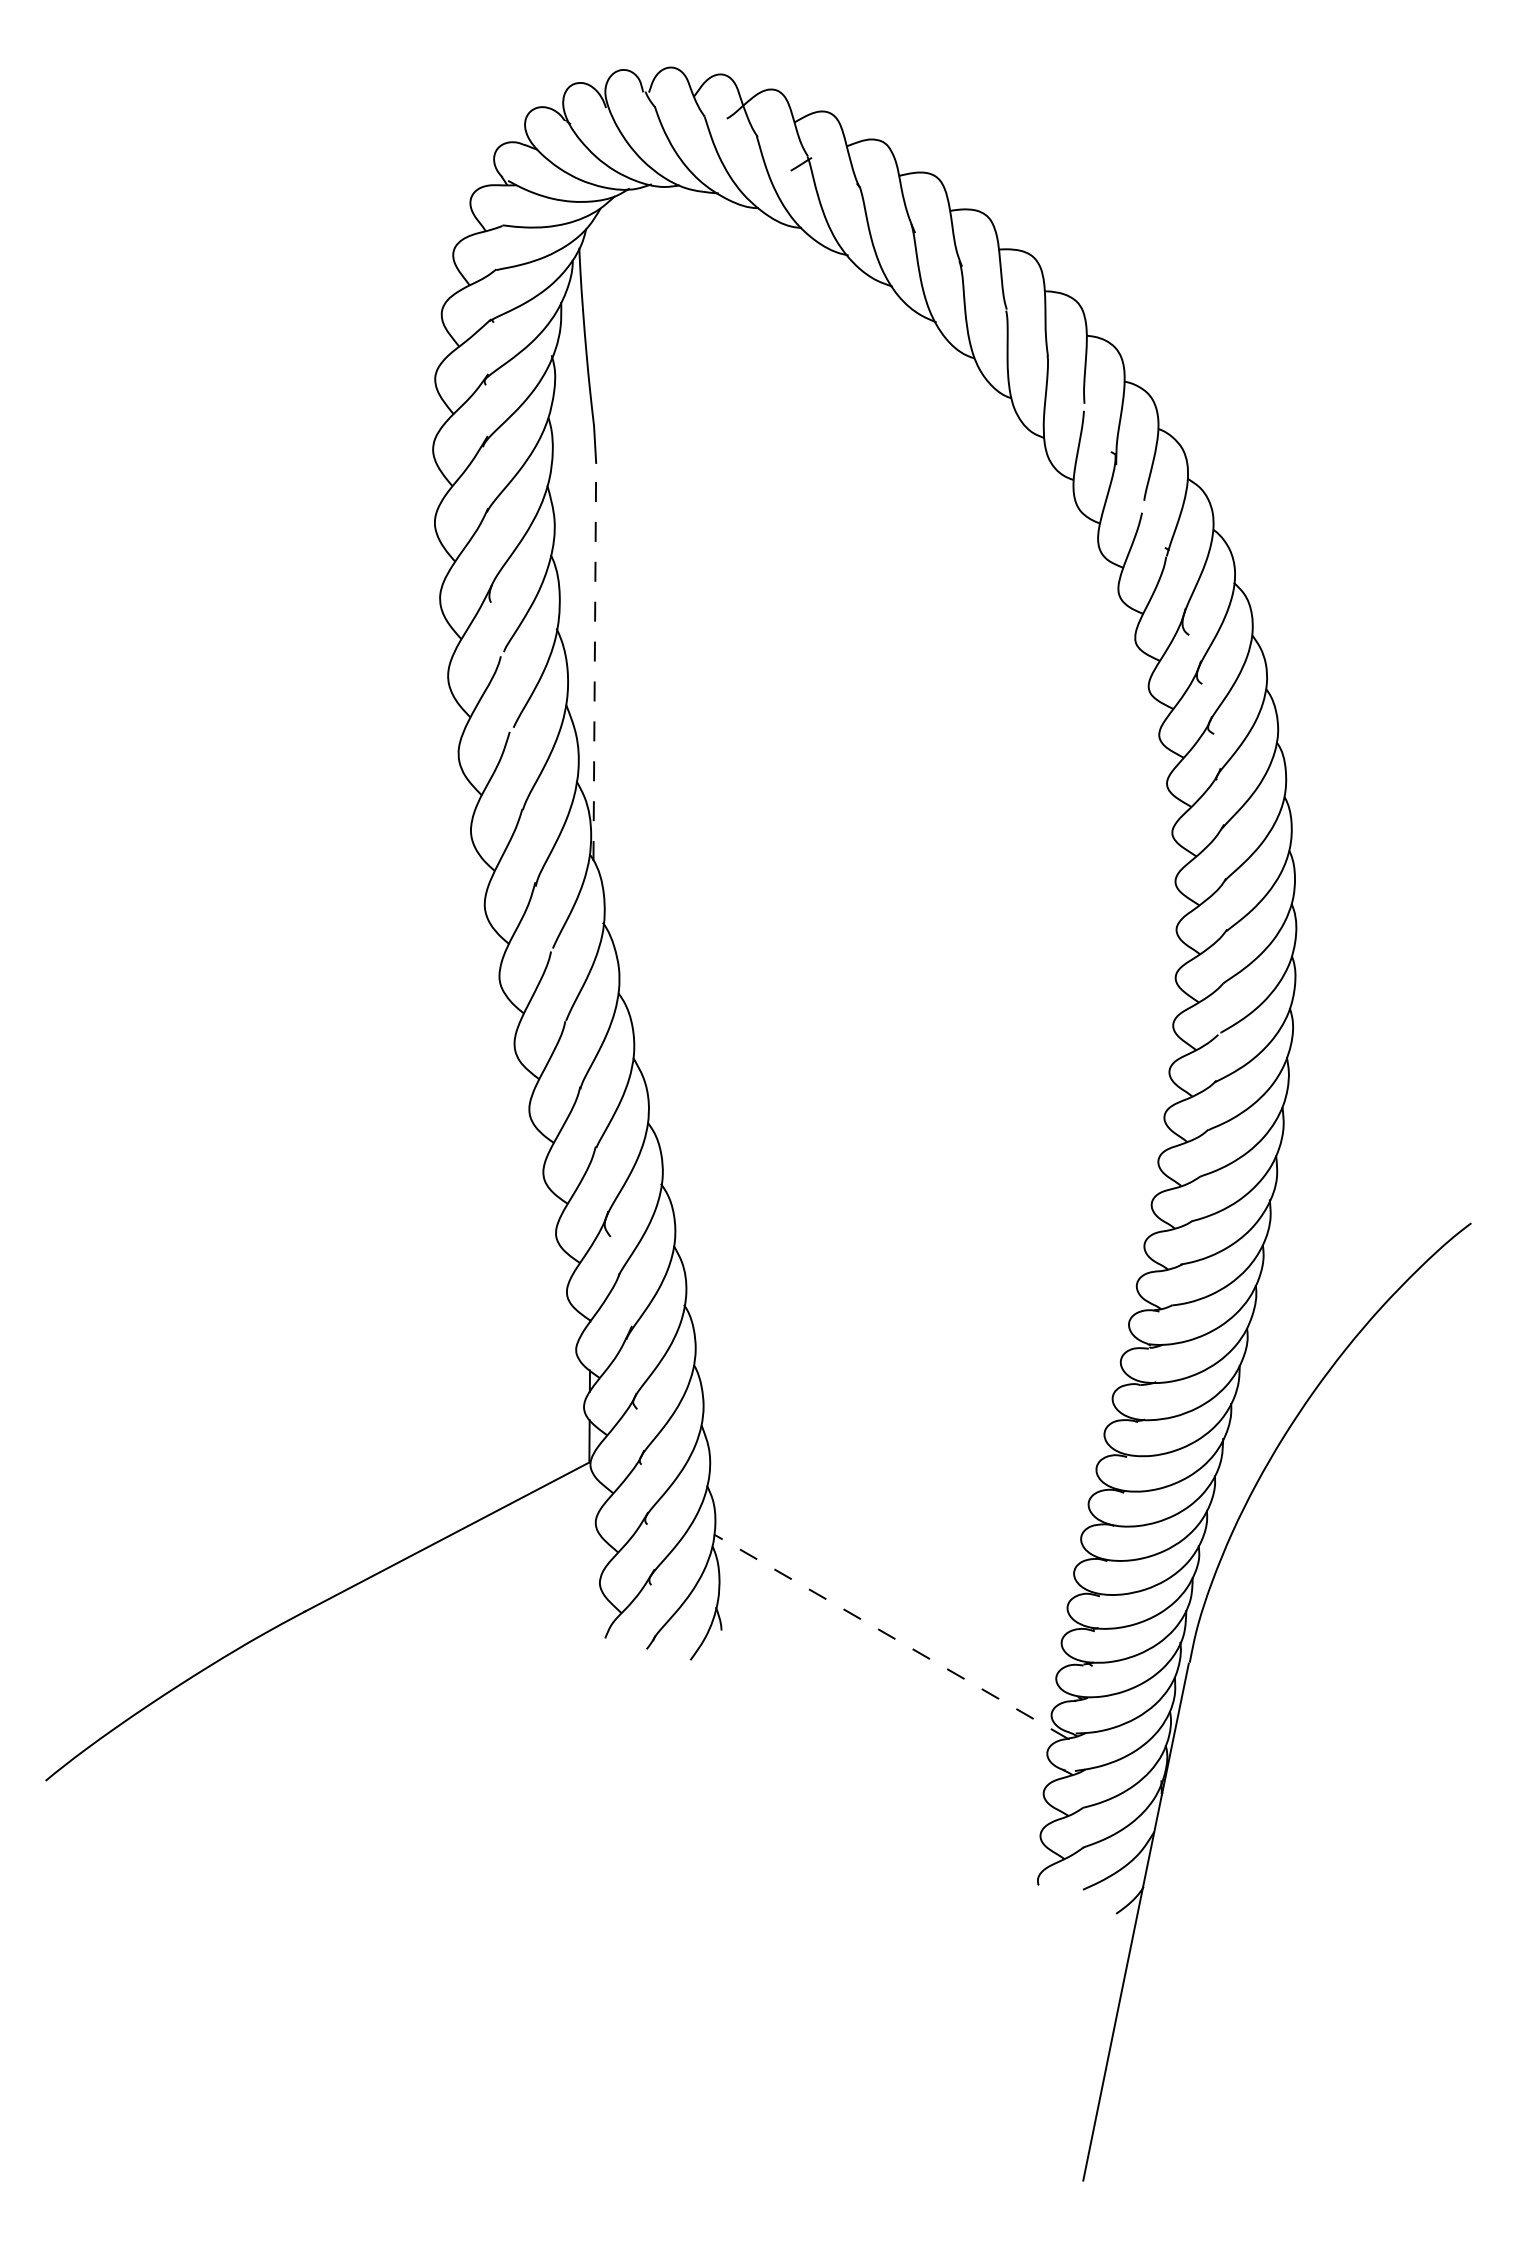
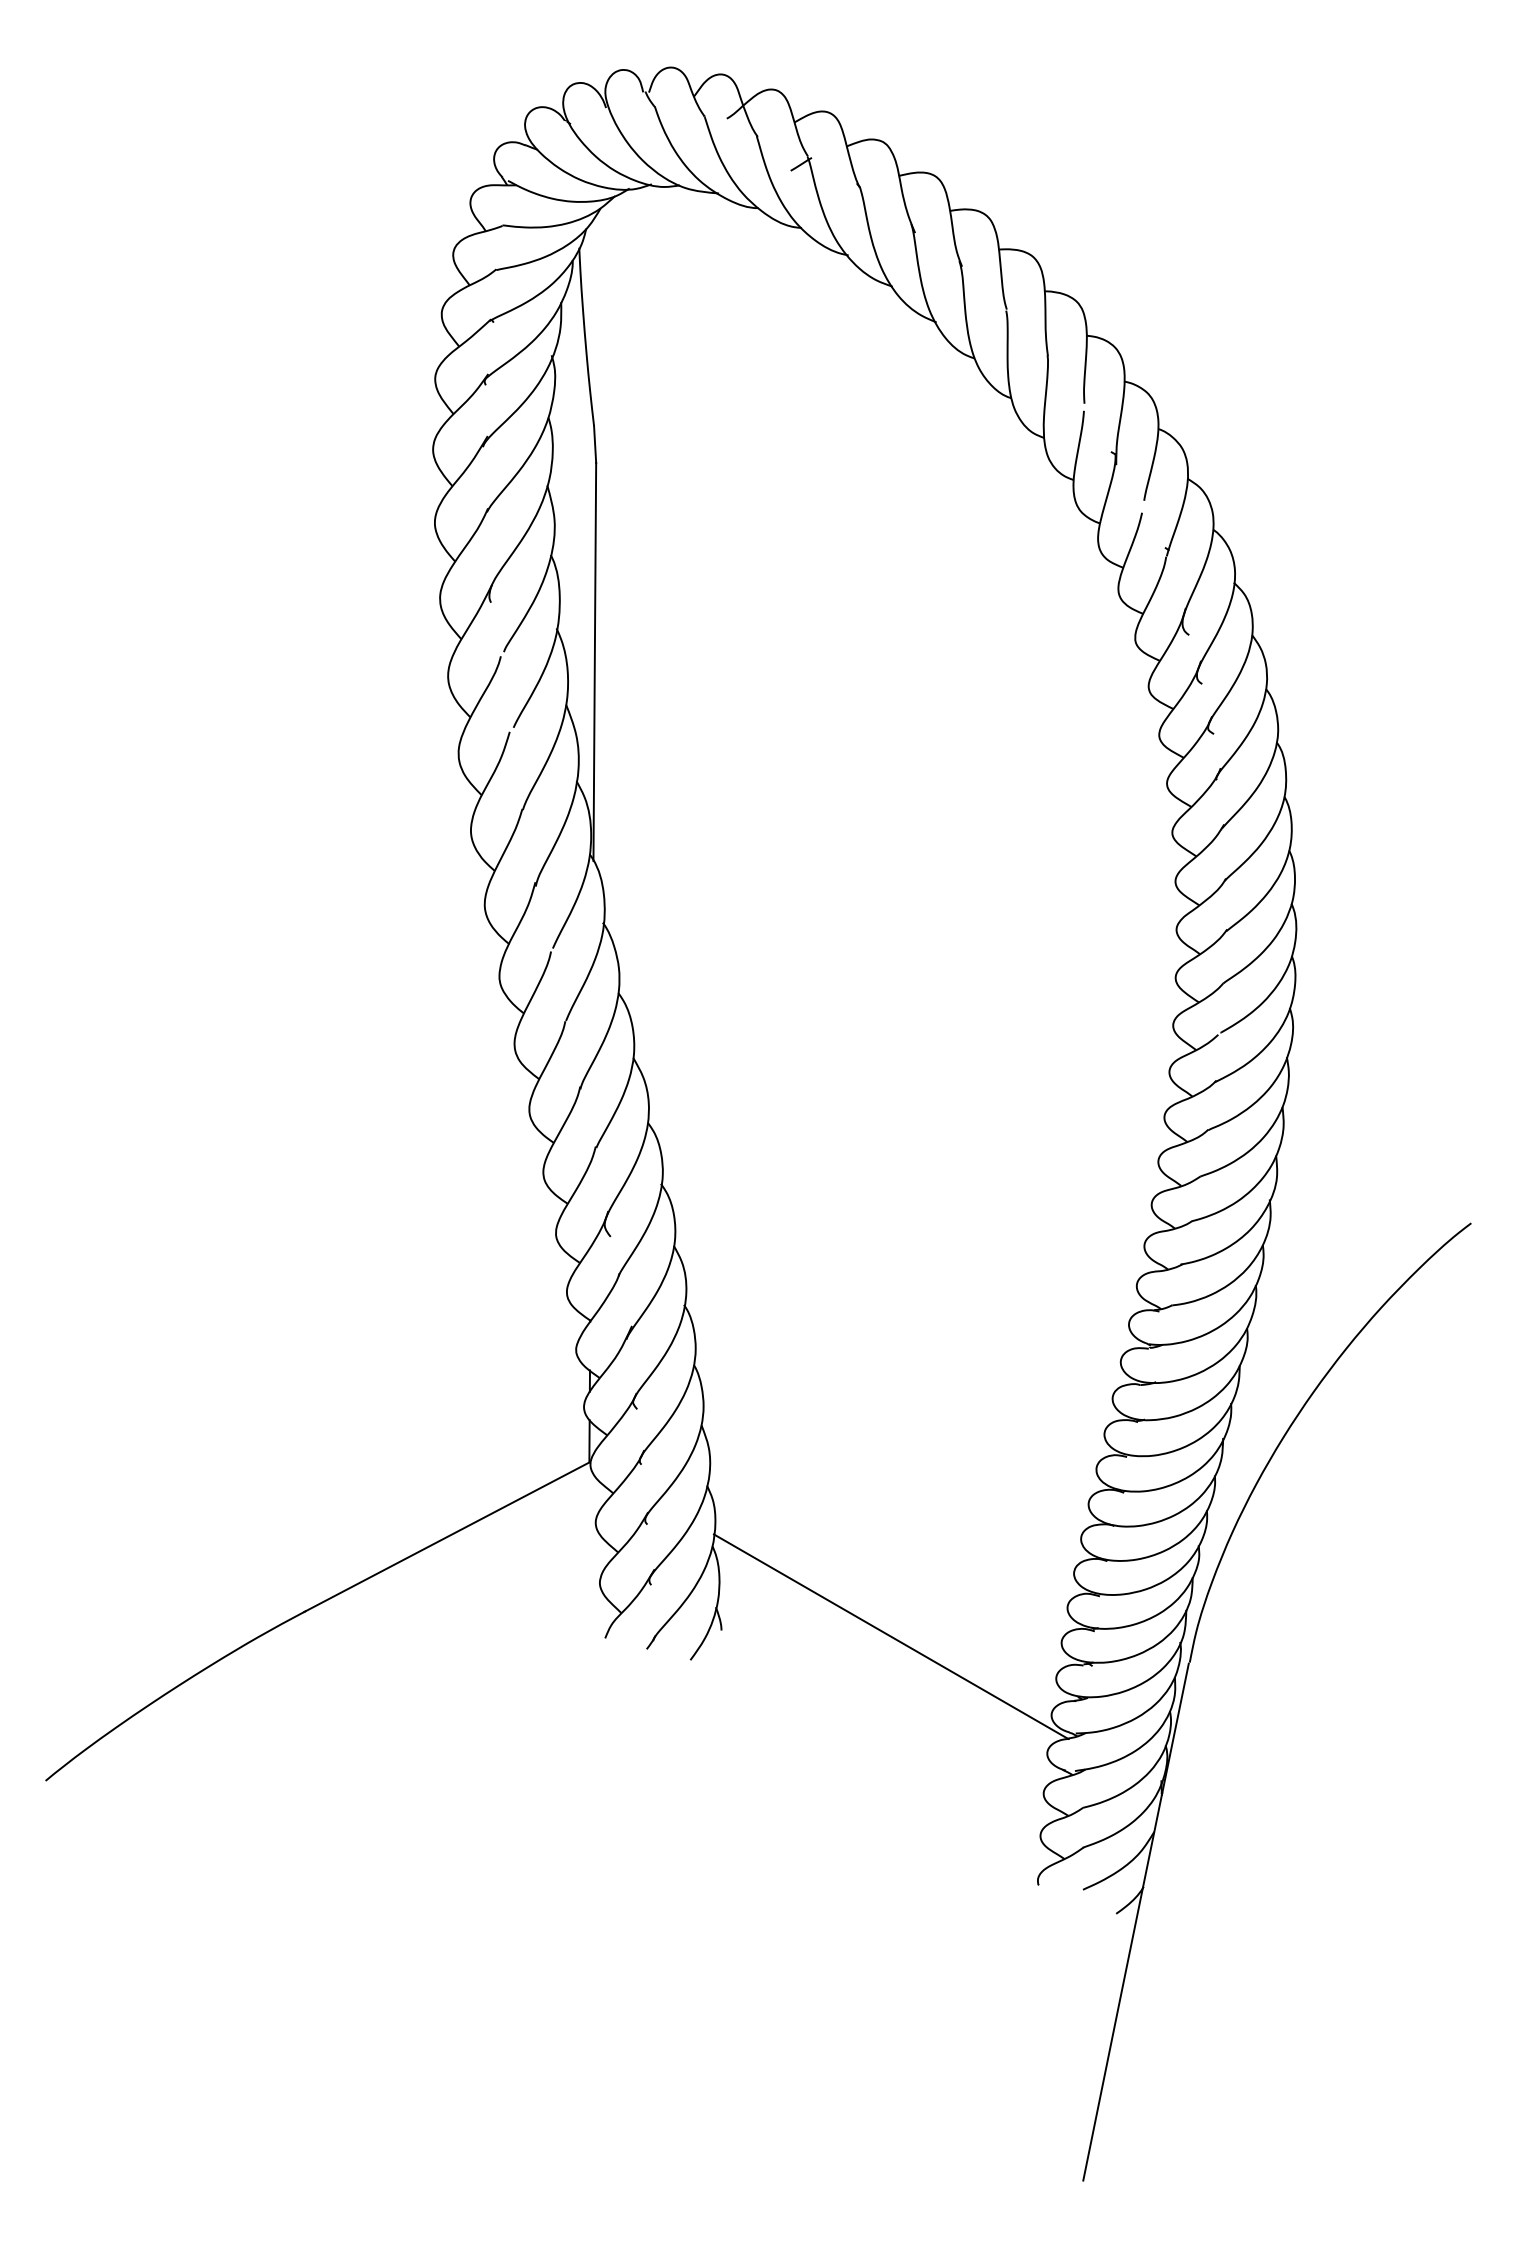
line at (594, 661): dashed -> solid
line at (891, 1636): dashed -> solid
